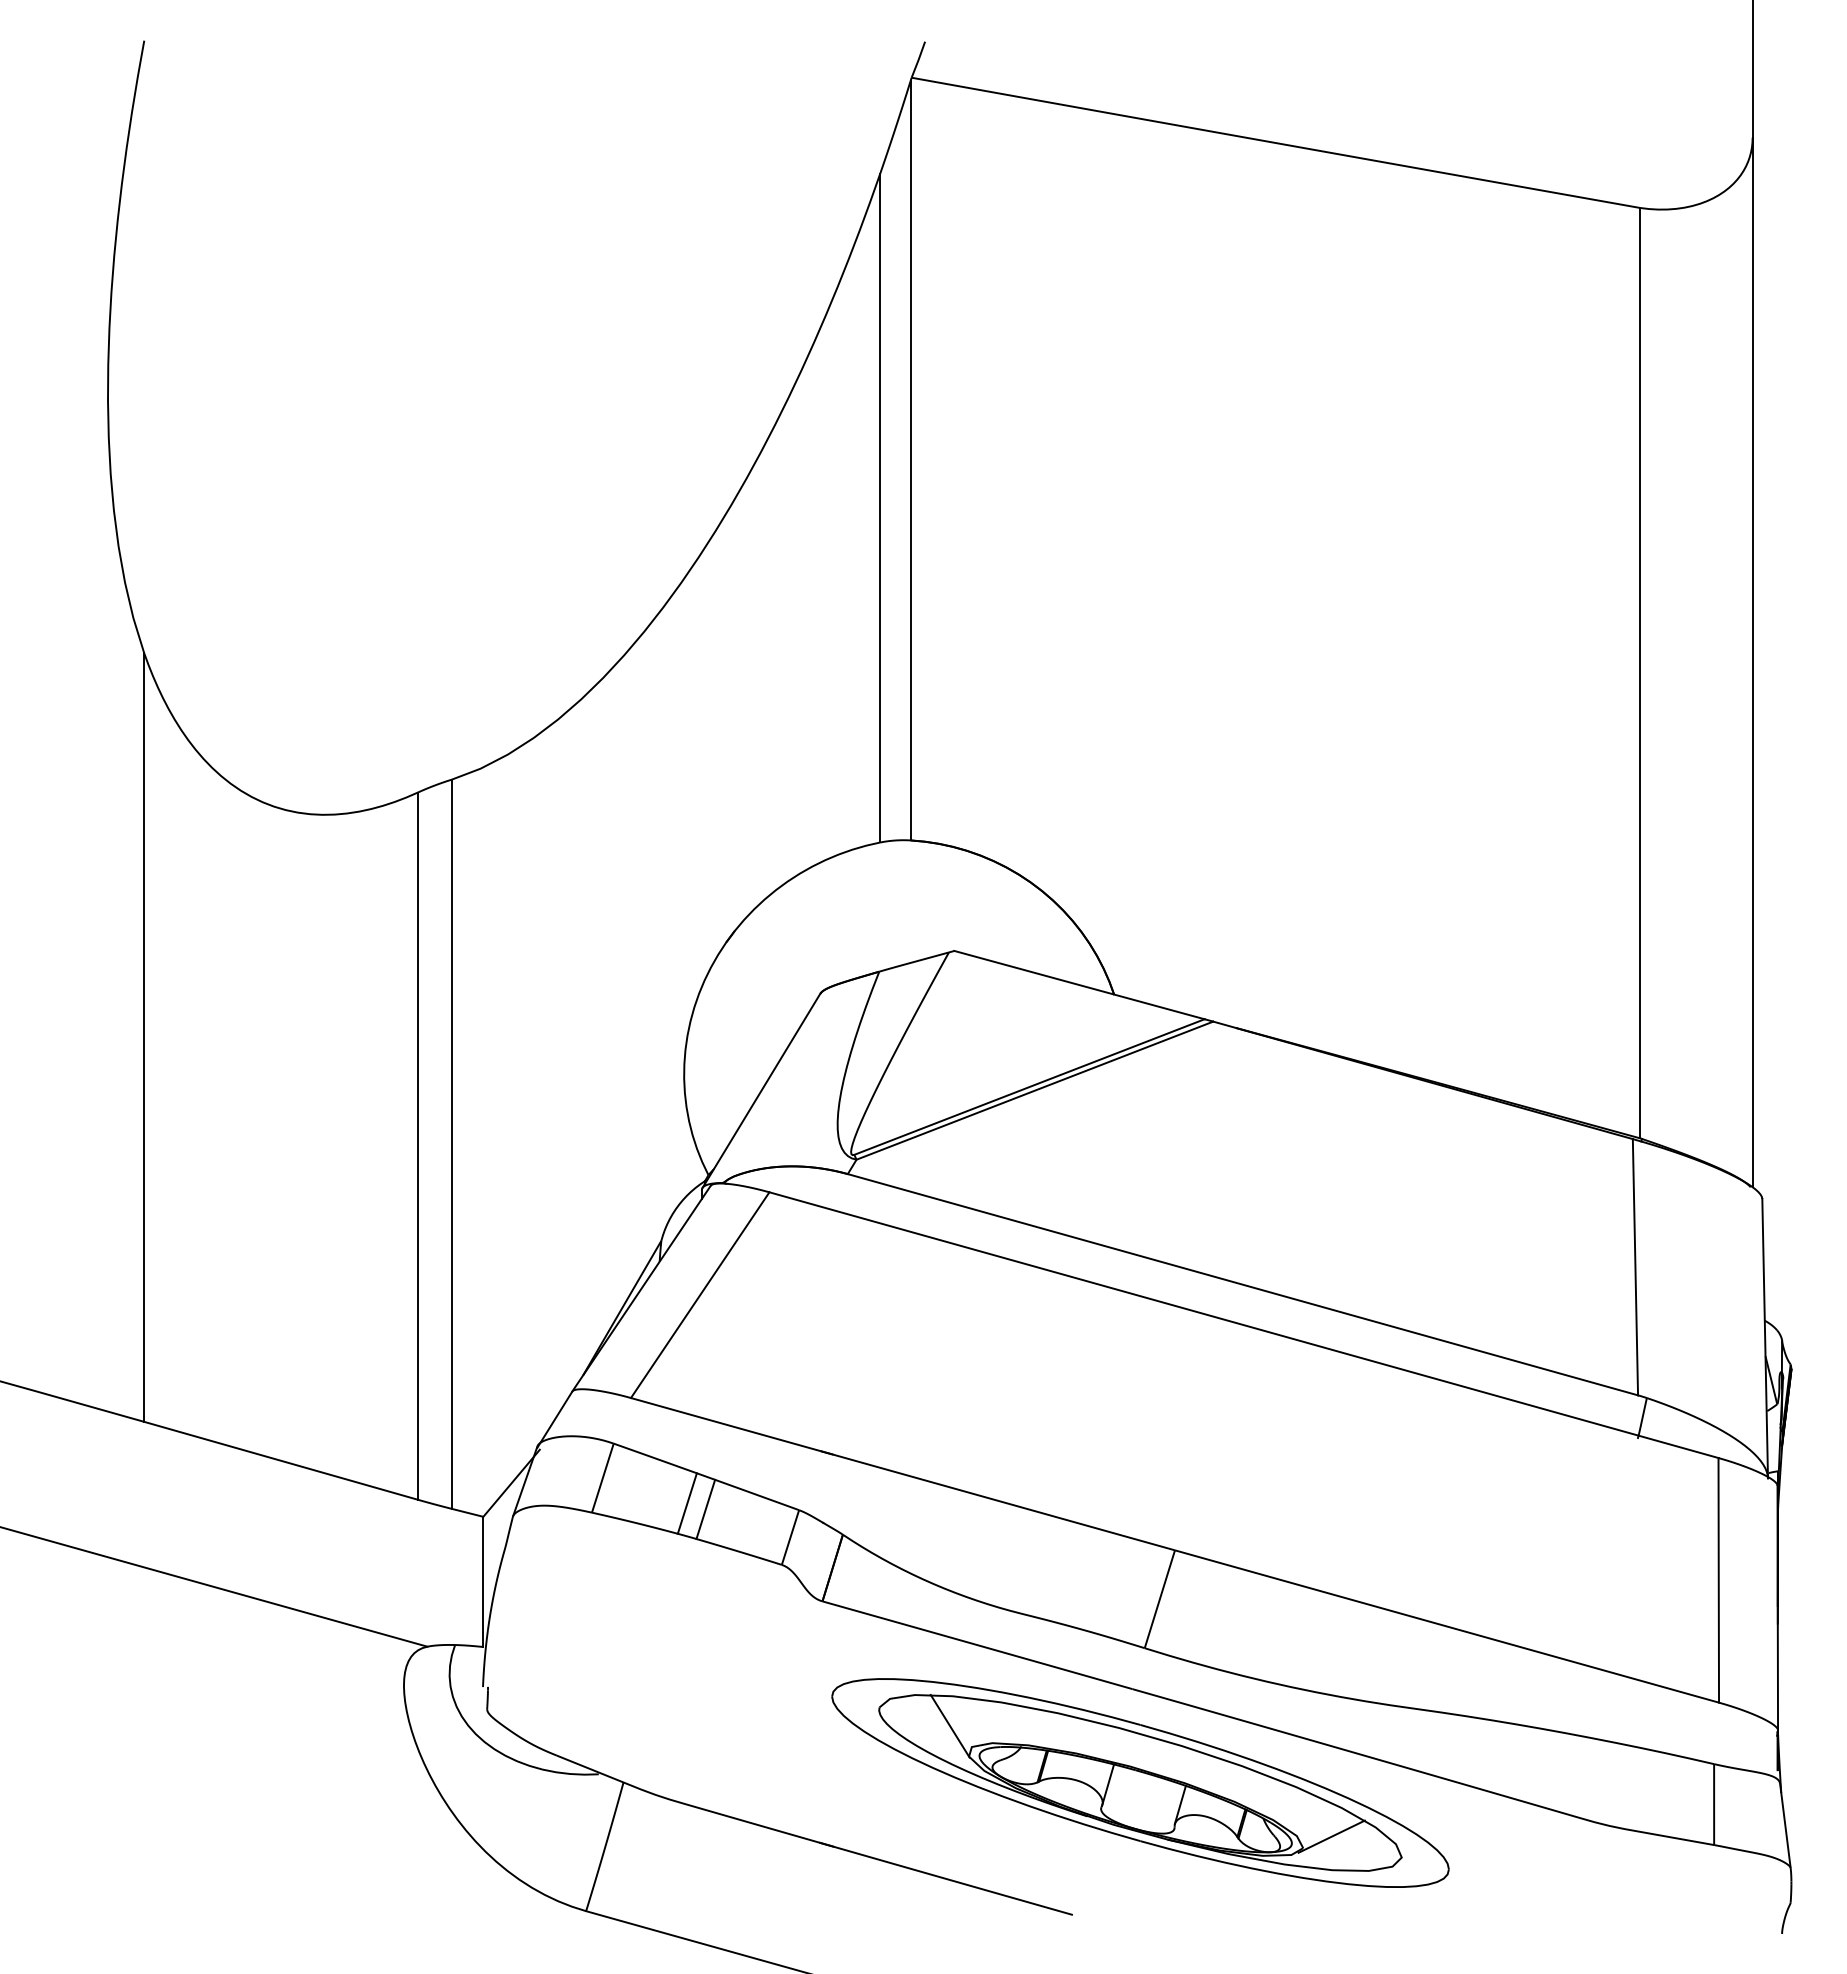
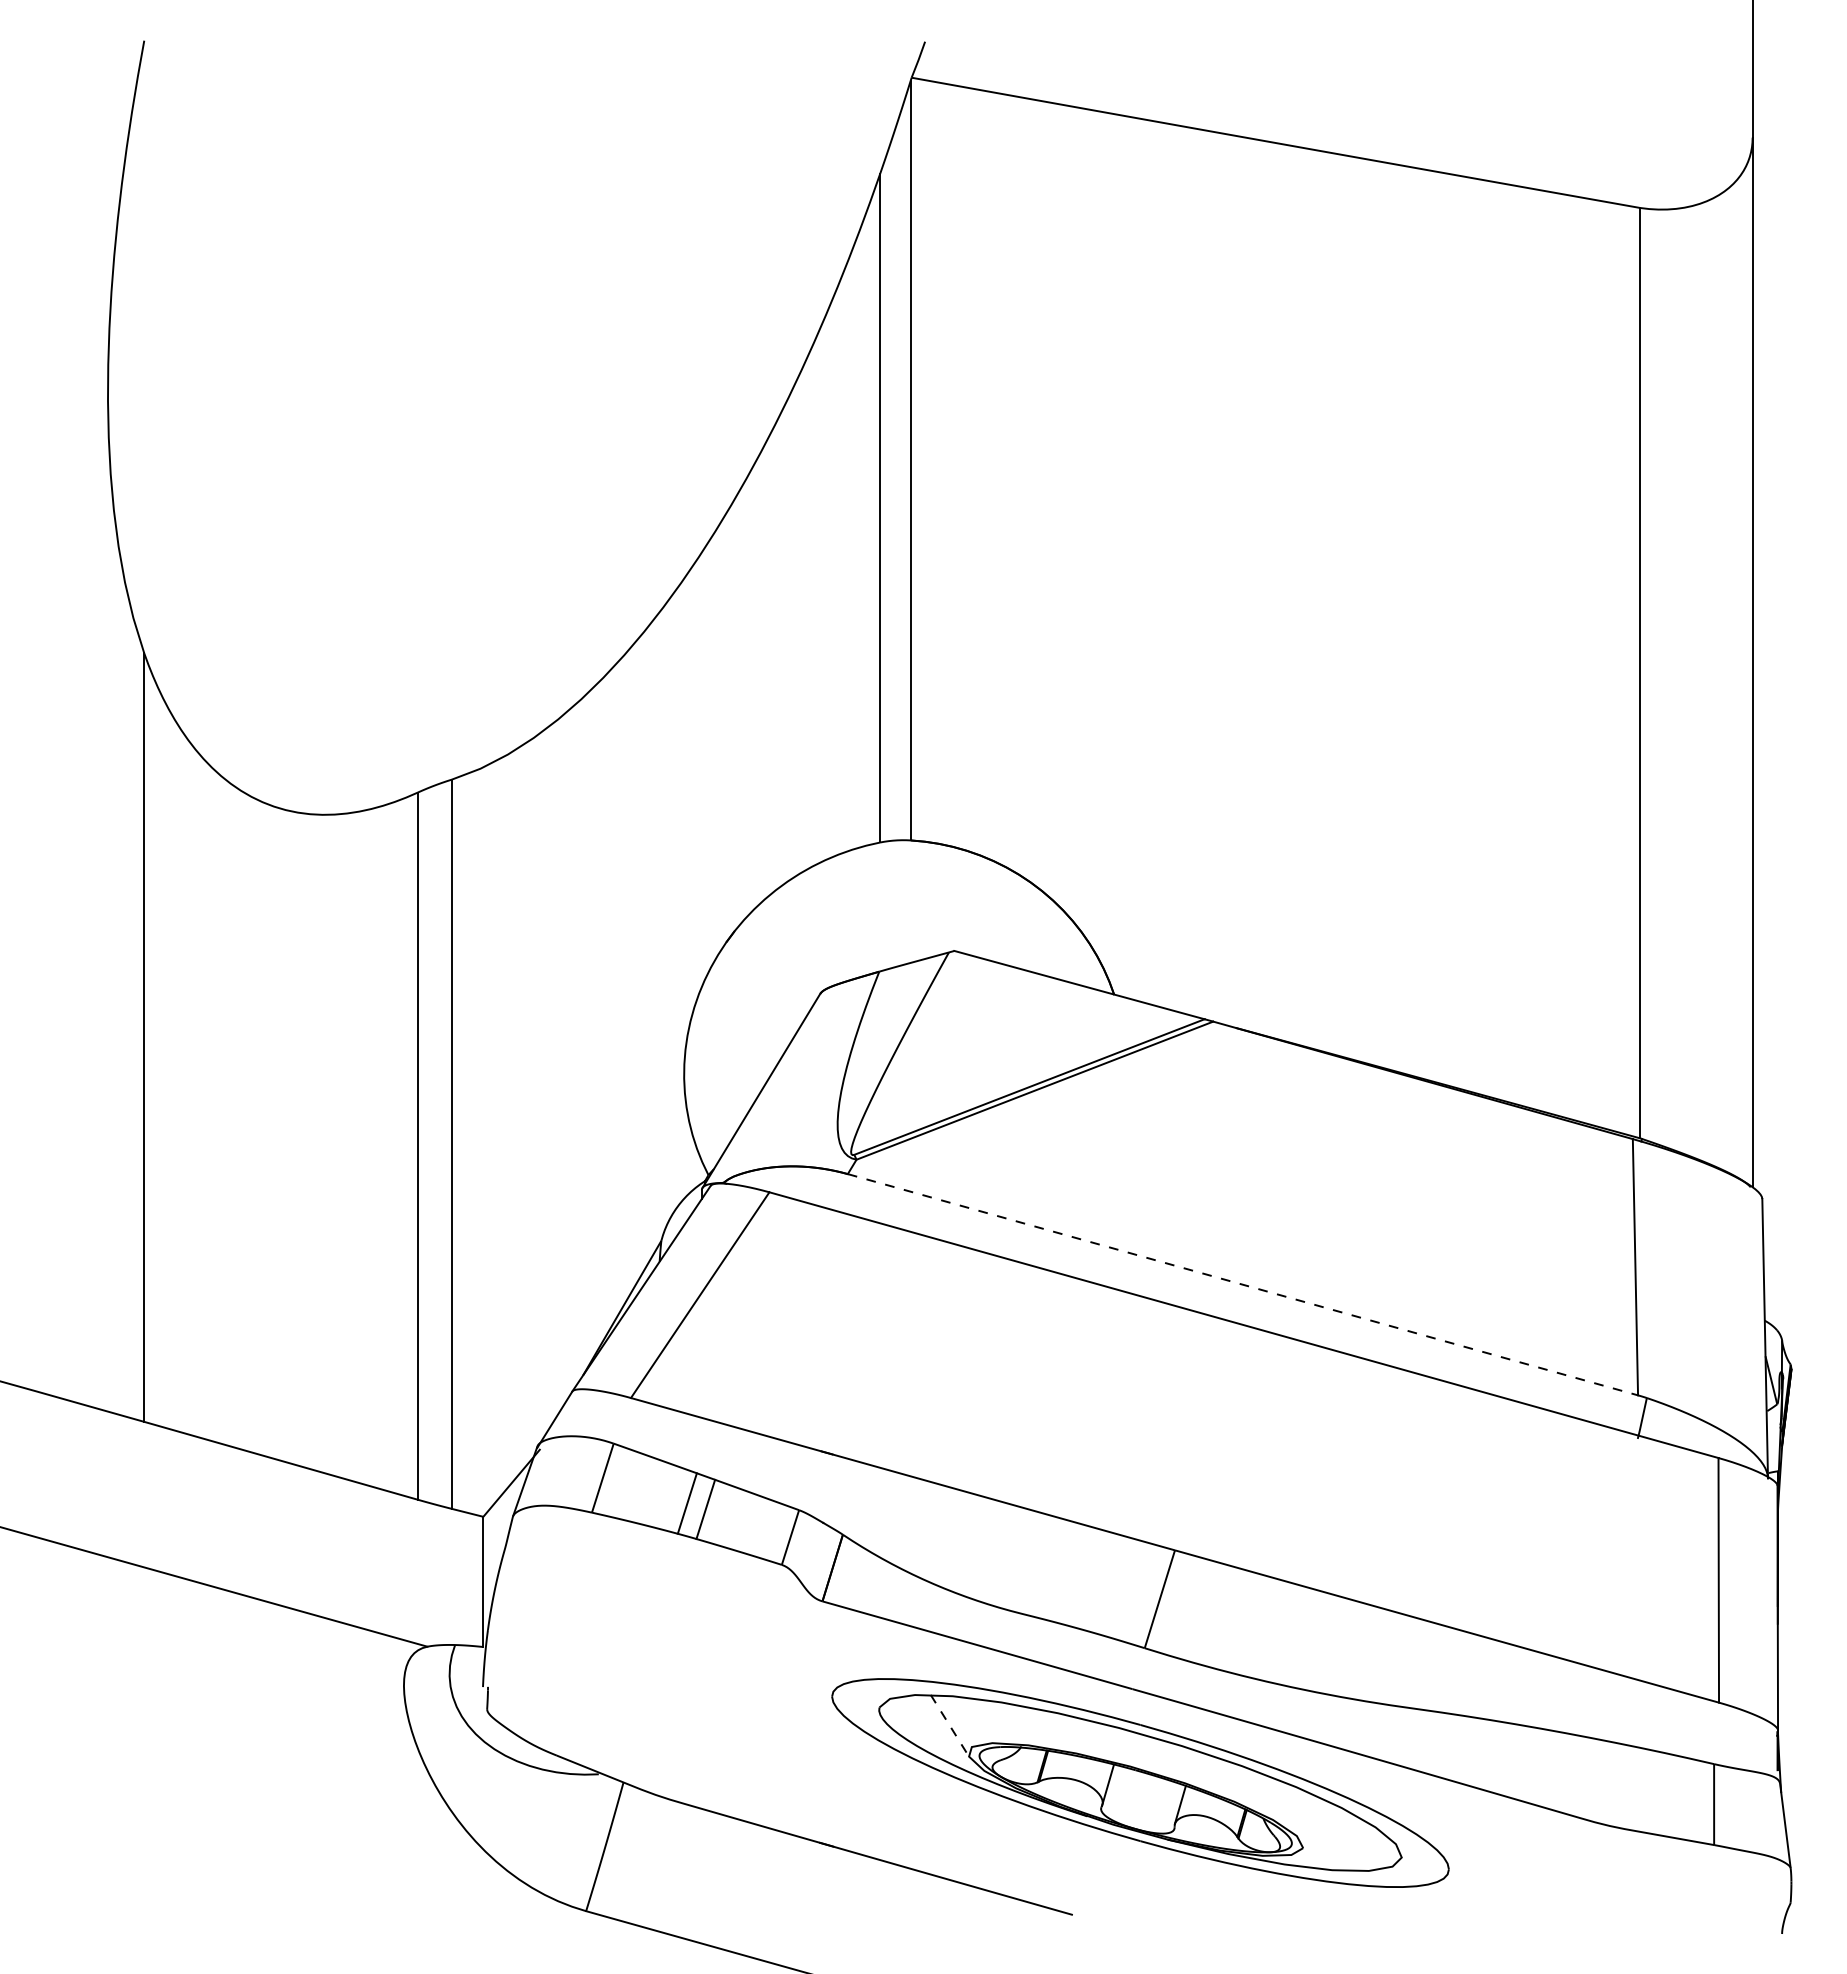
line at (1243, 1284): solid -> dashed
line at (950, 1726): solid -> dashed
line at (1331, 1836): present -> none
